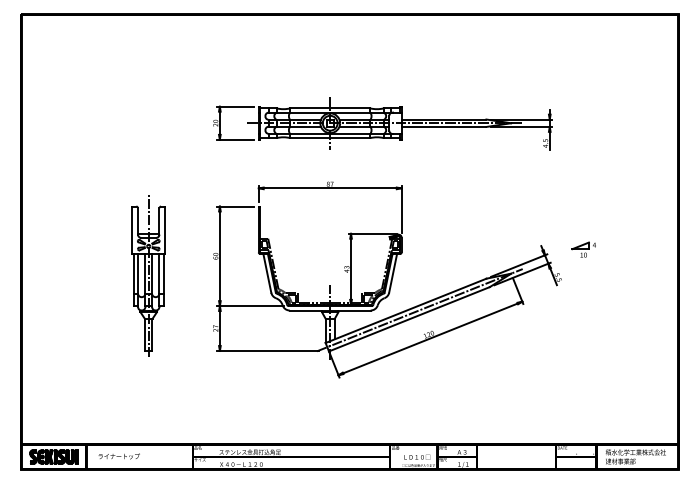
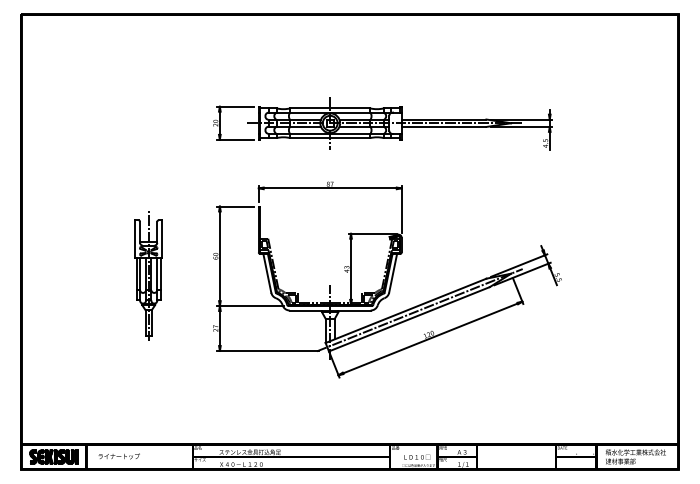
part at (583, 249): present -> none
part at (148, 275) size: 35x162 px -> 29x130 px
